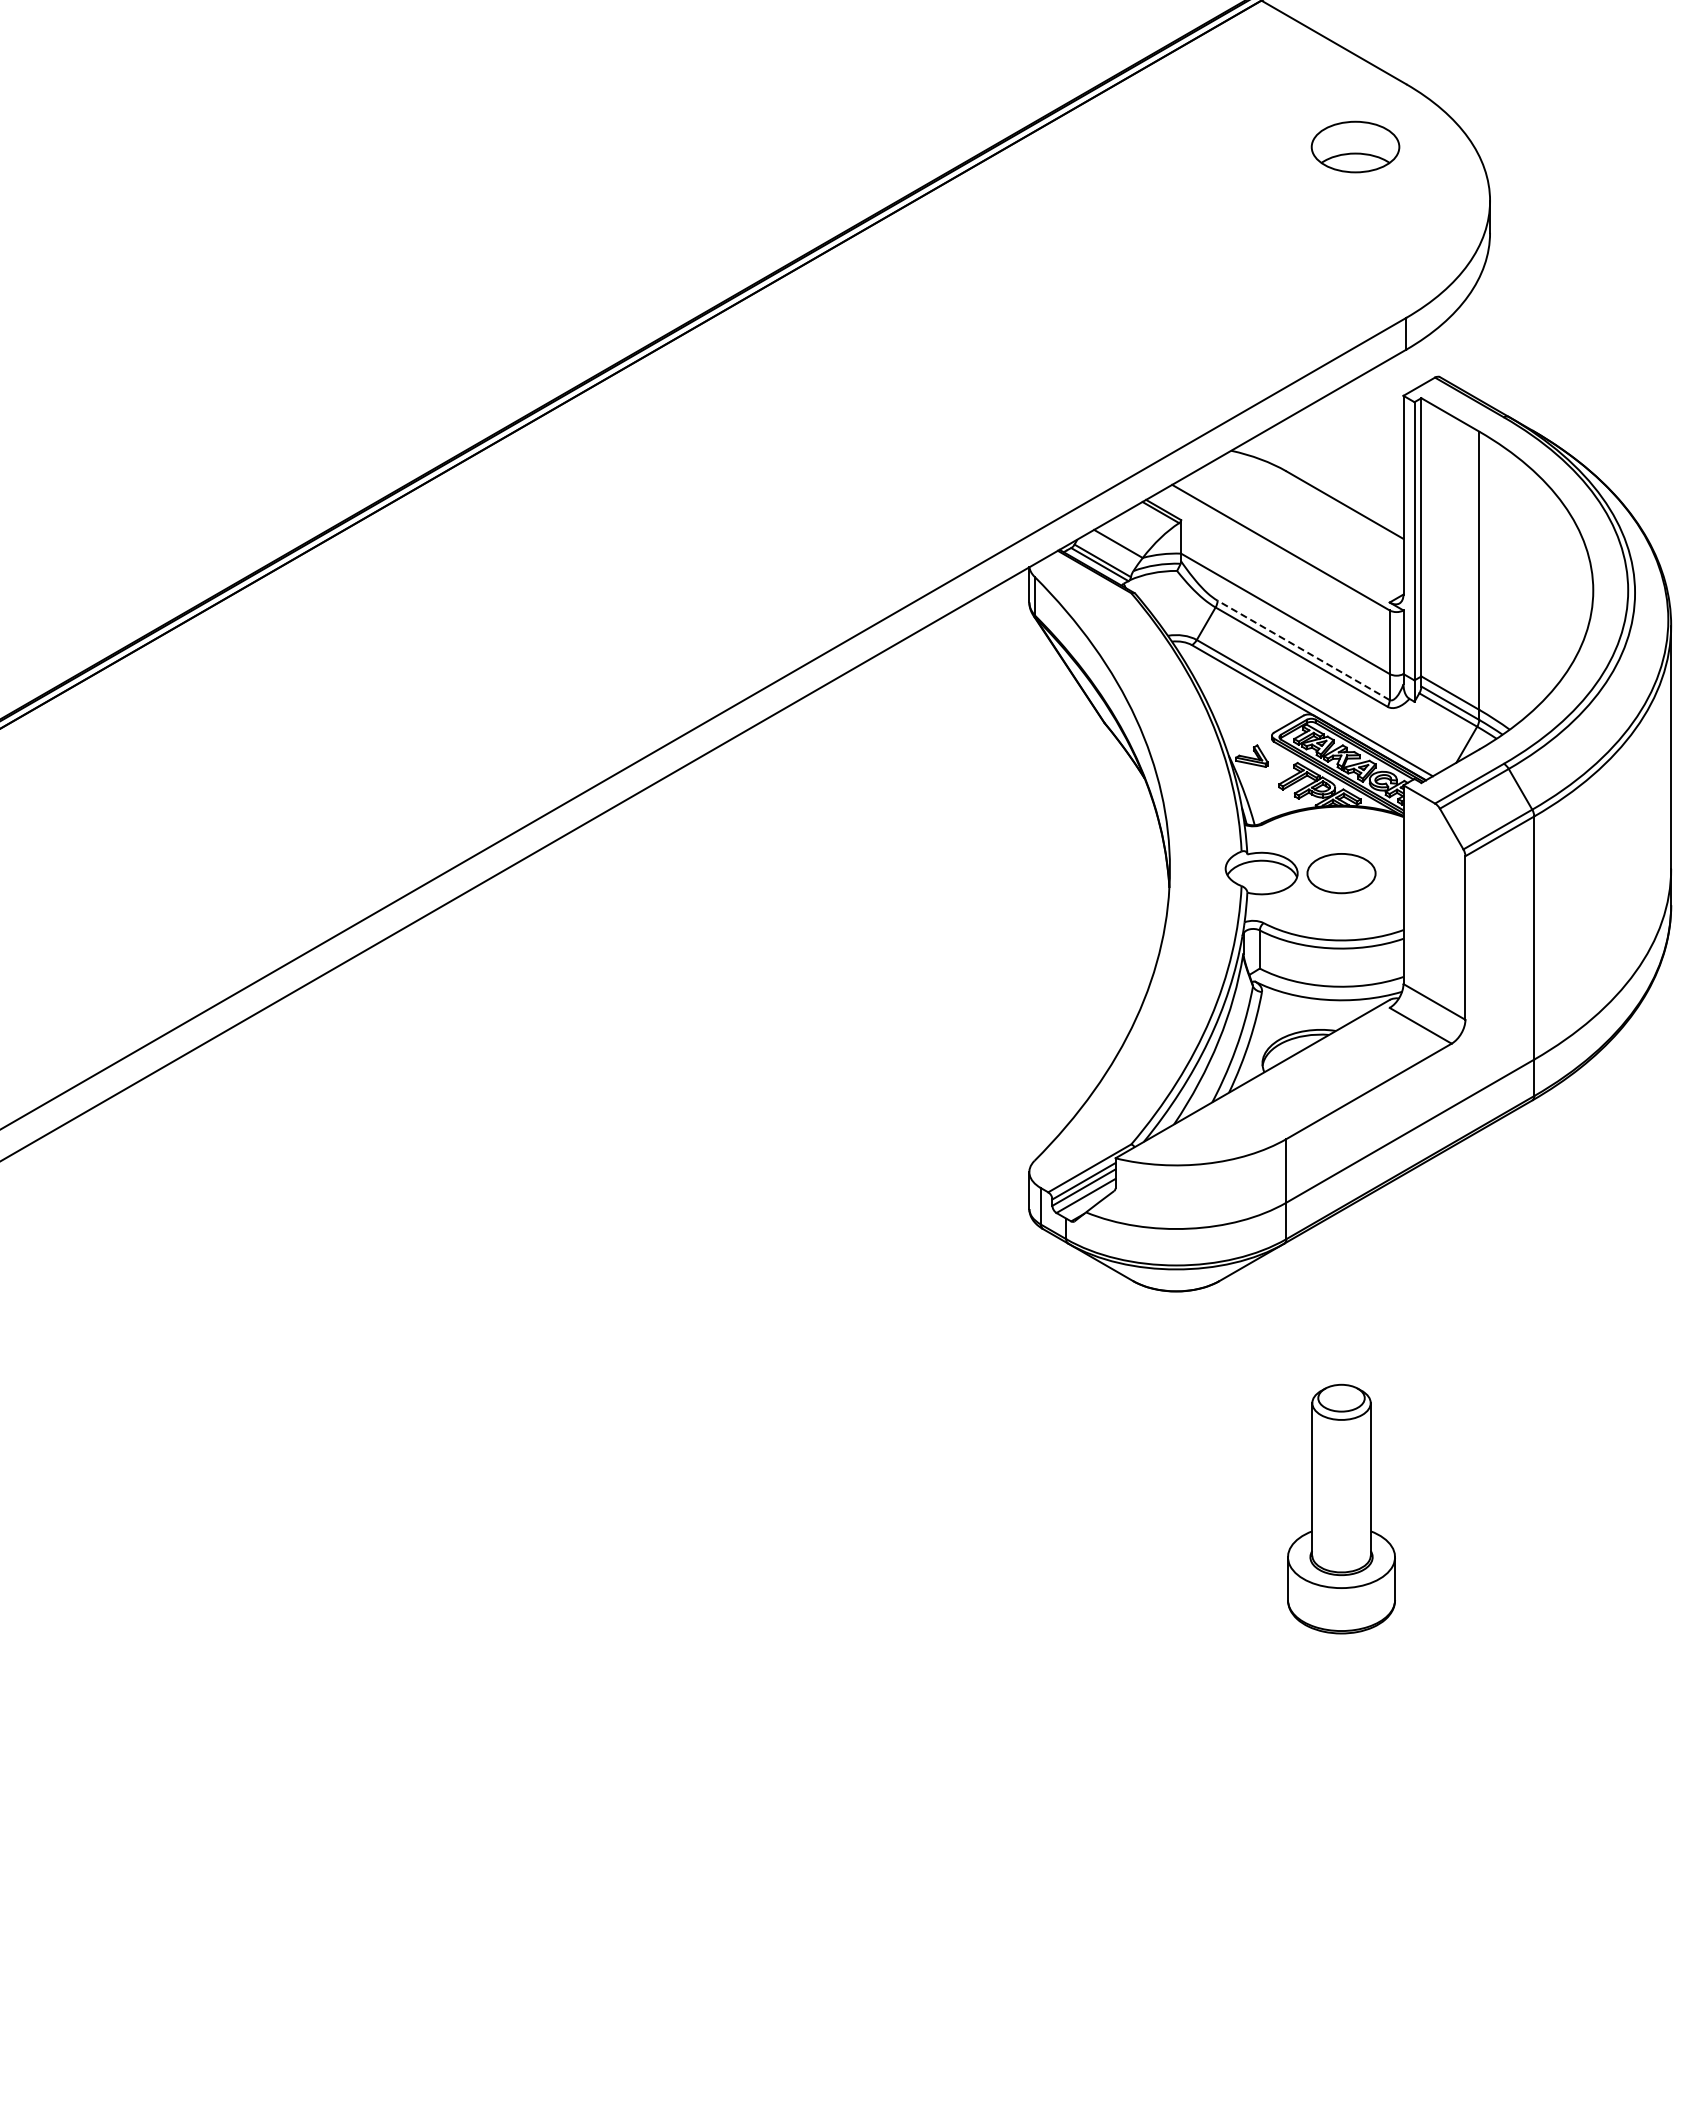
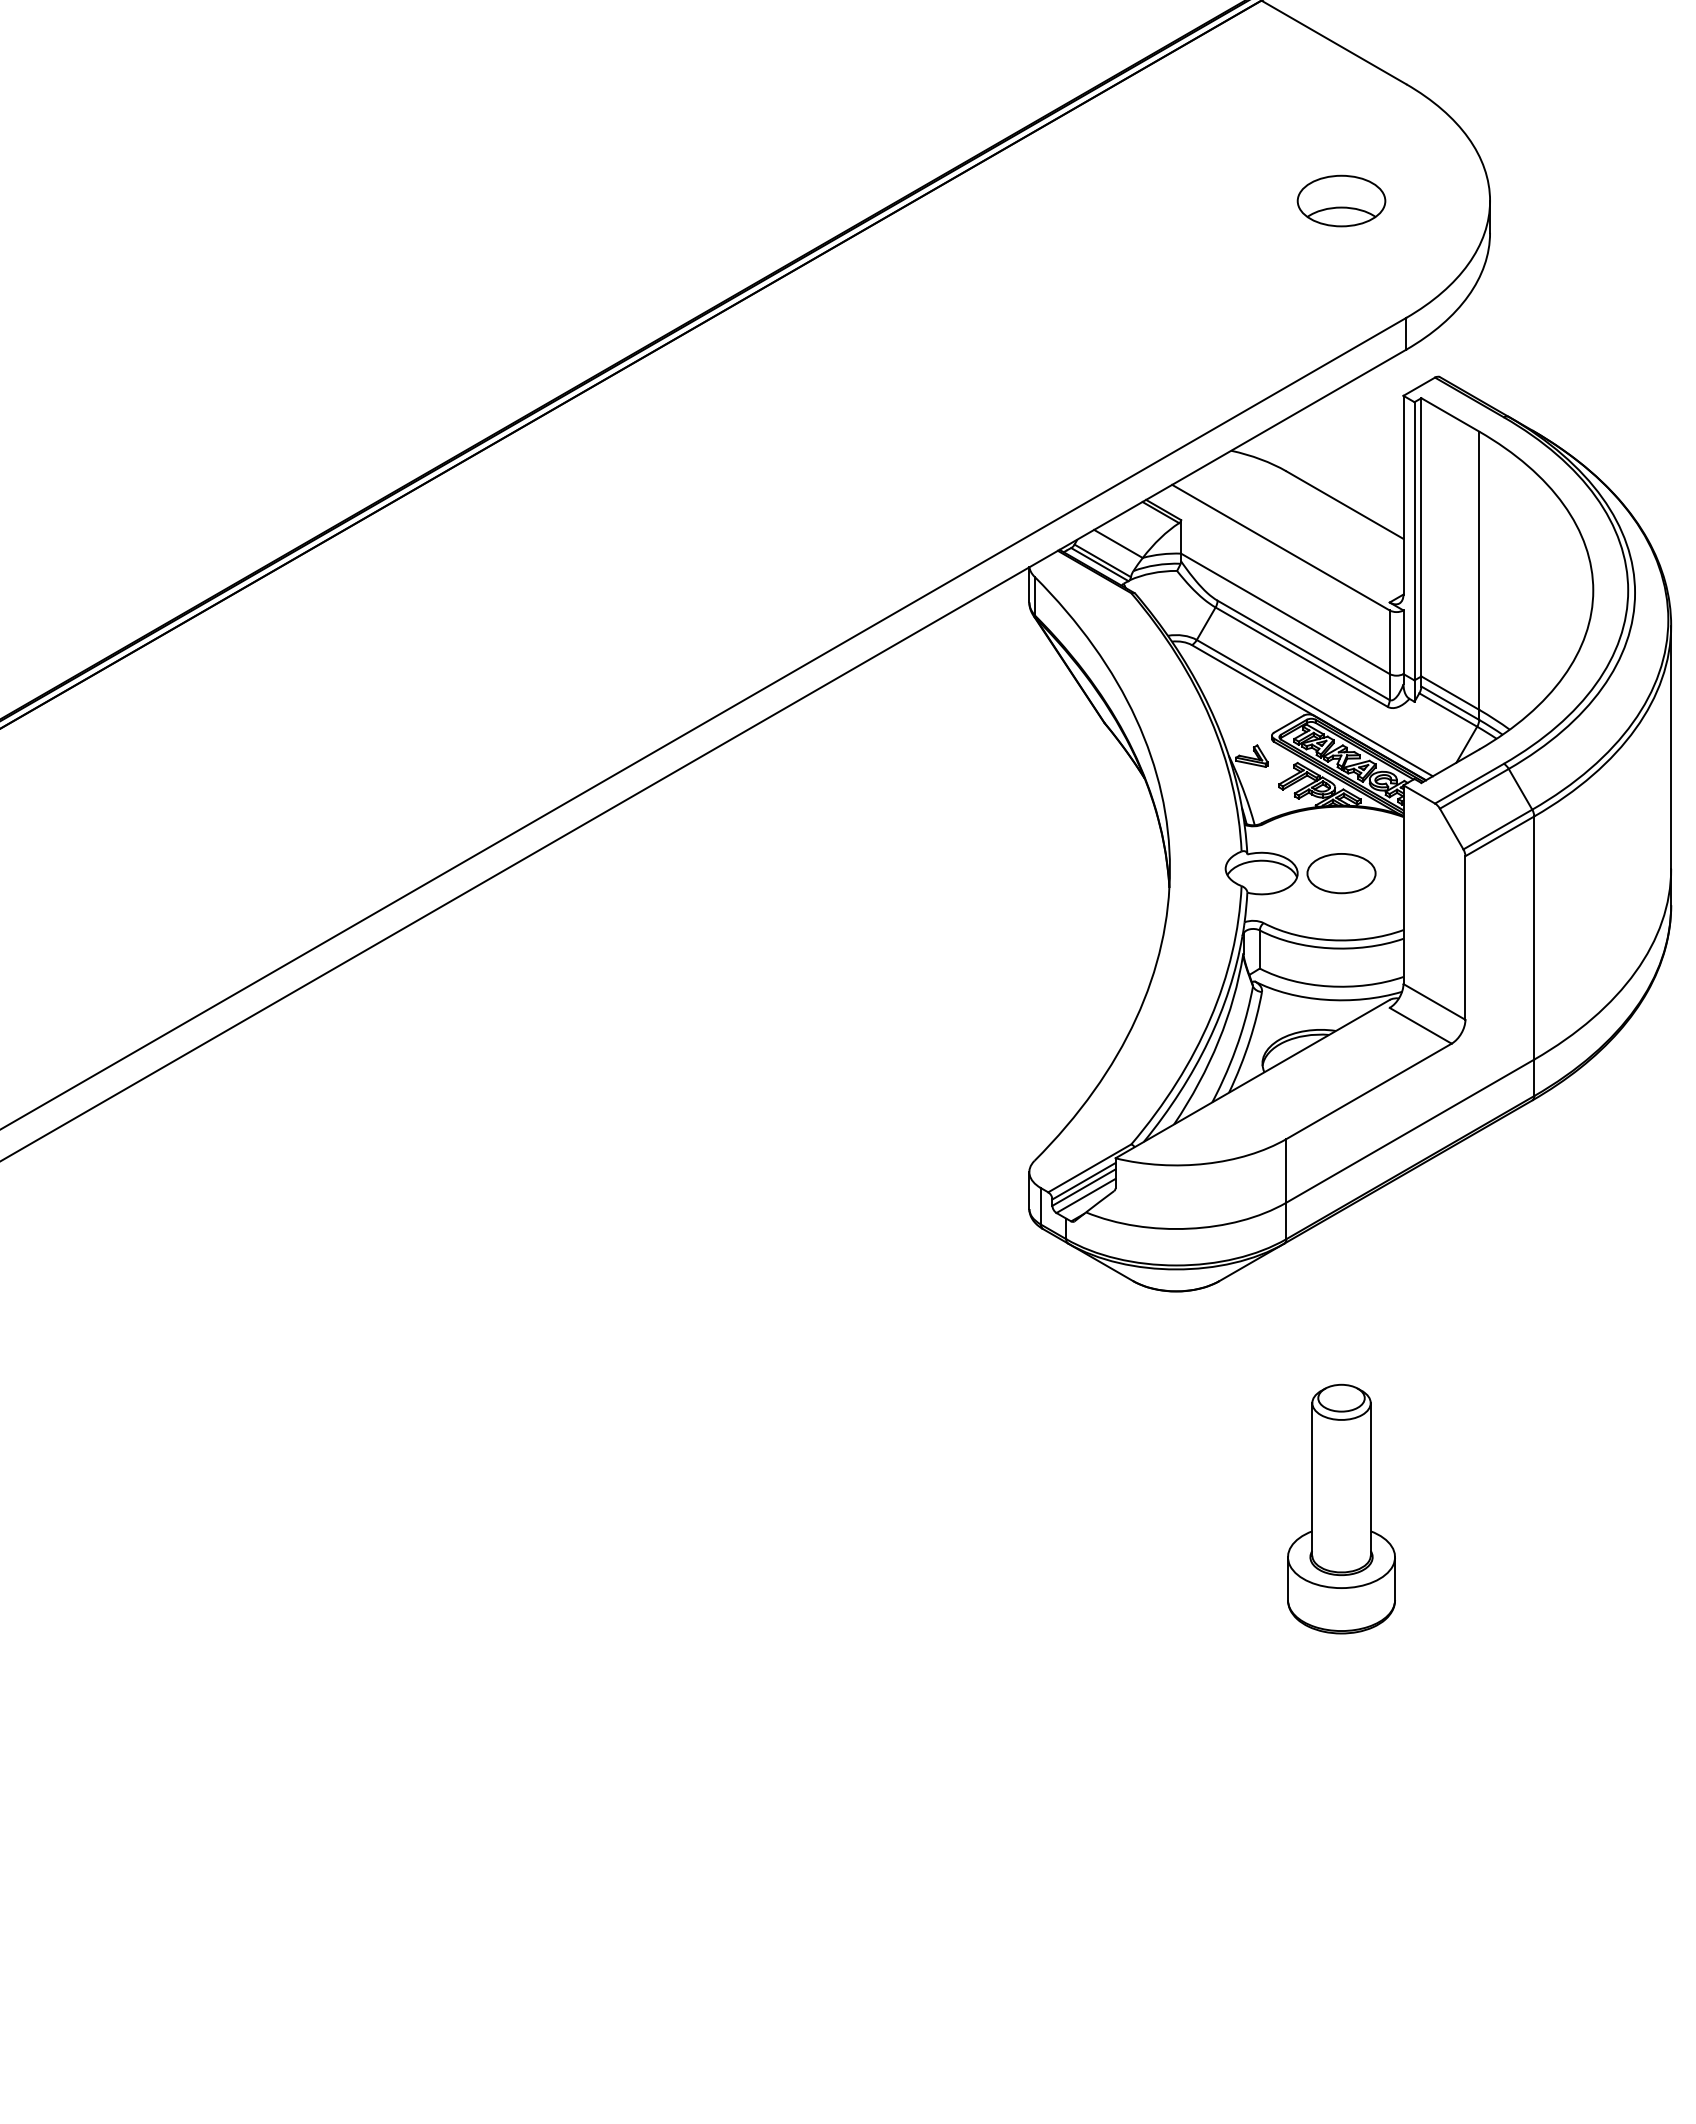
part at (1355, 146) position: (1355, 146) -> (1341, 200)
line at (1303, 650): dashed -> solid
